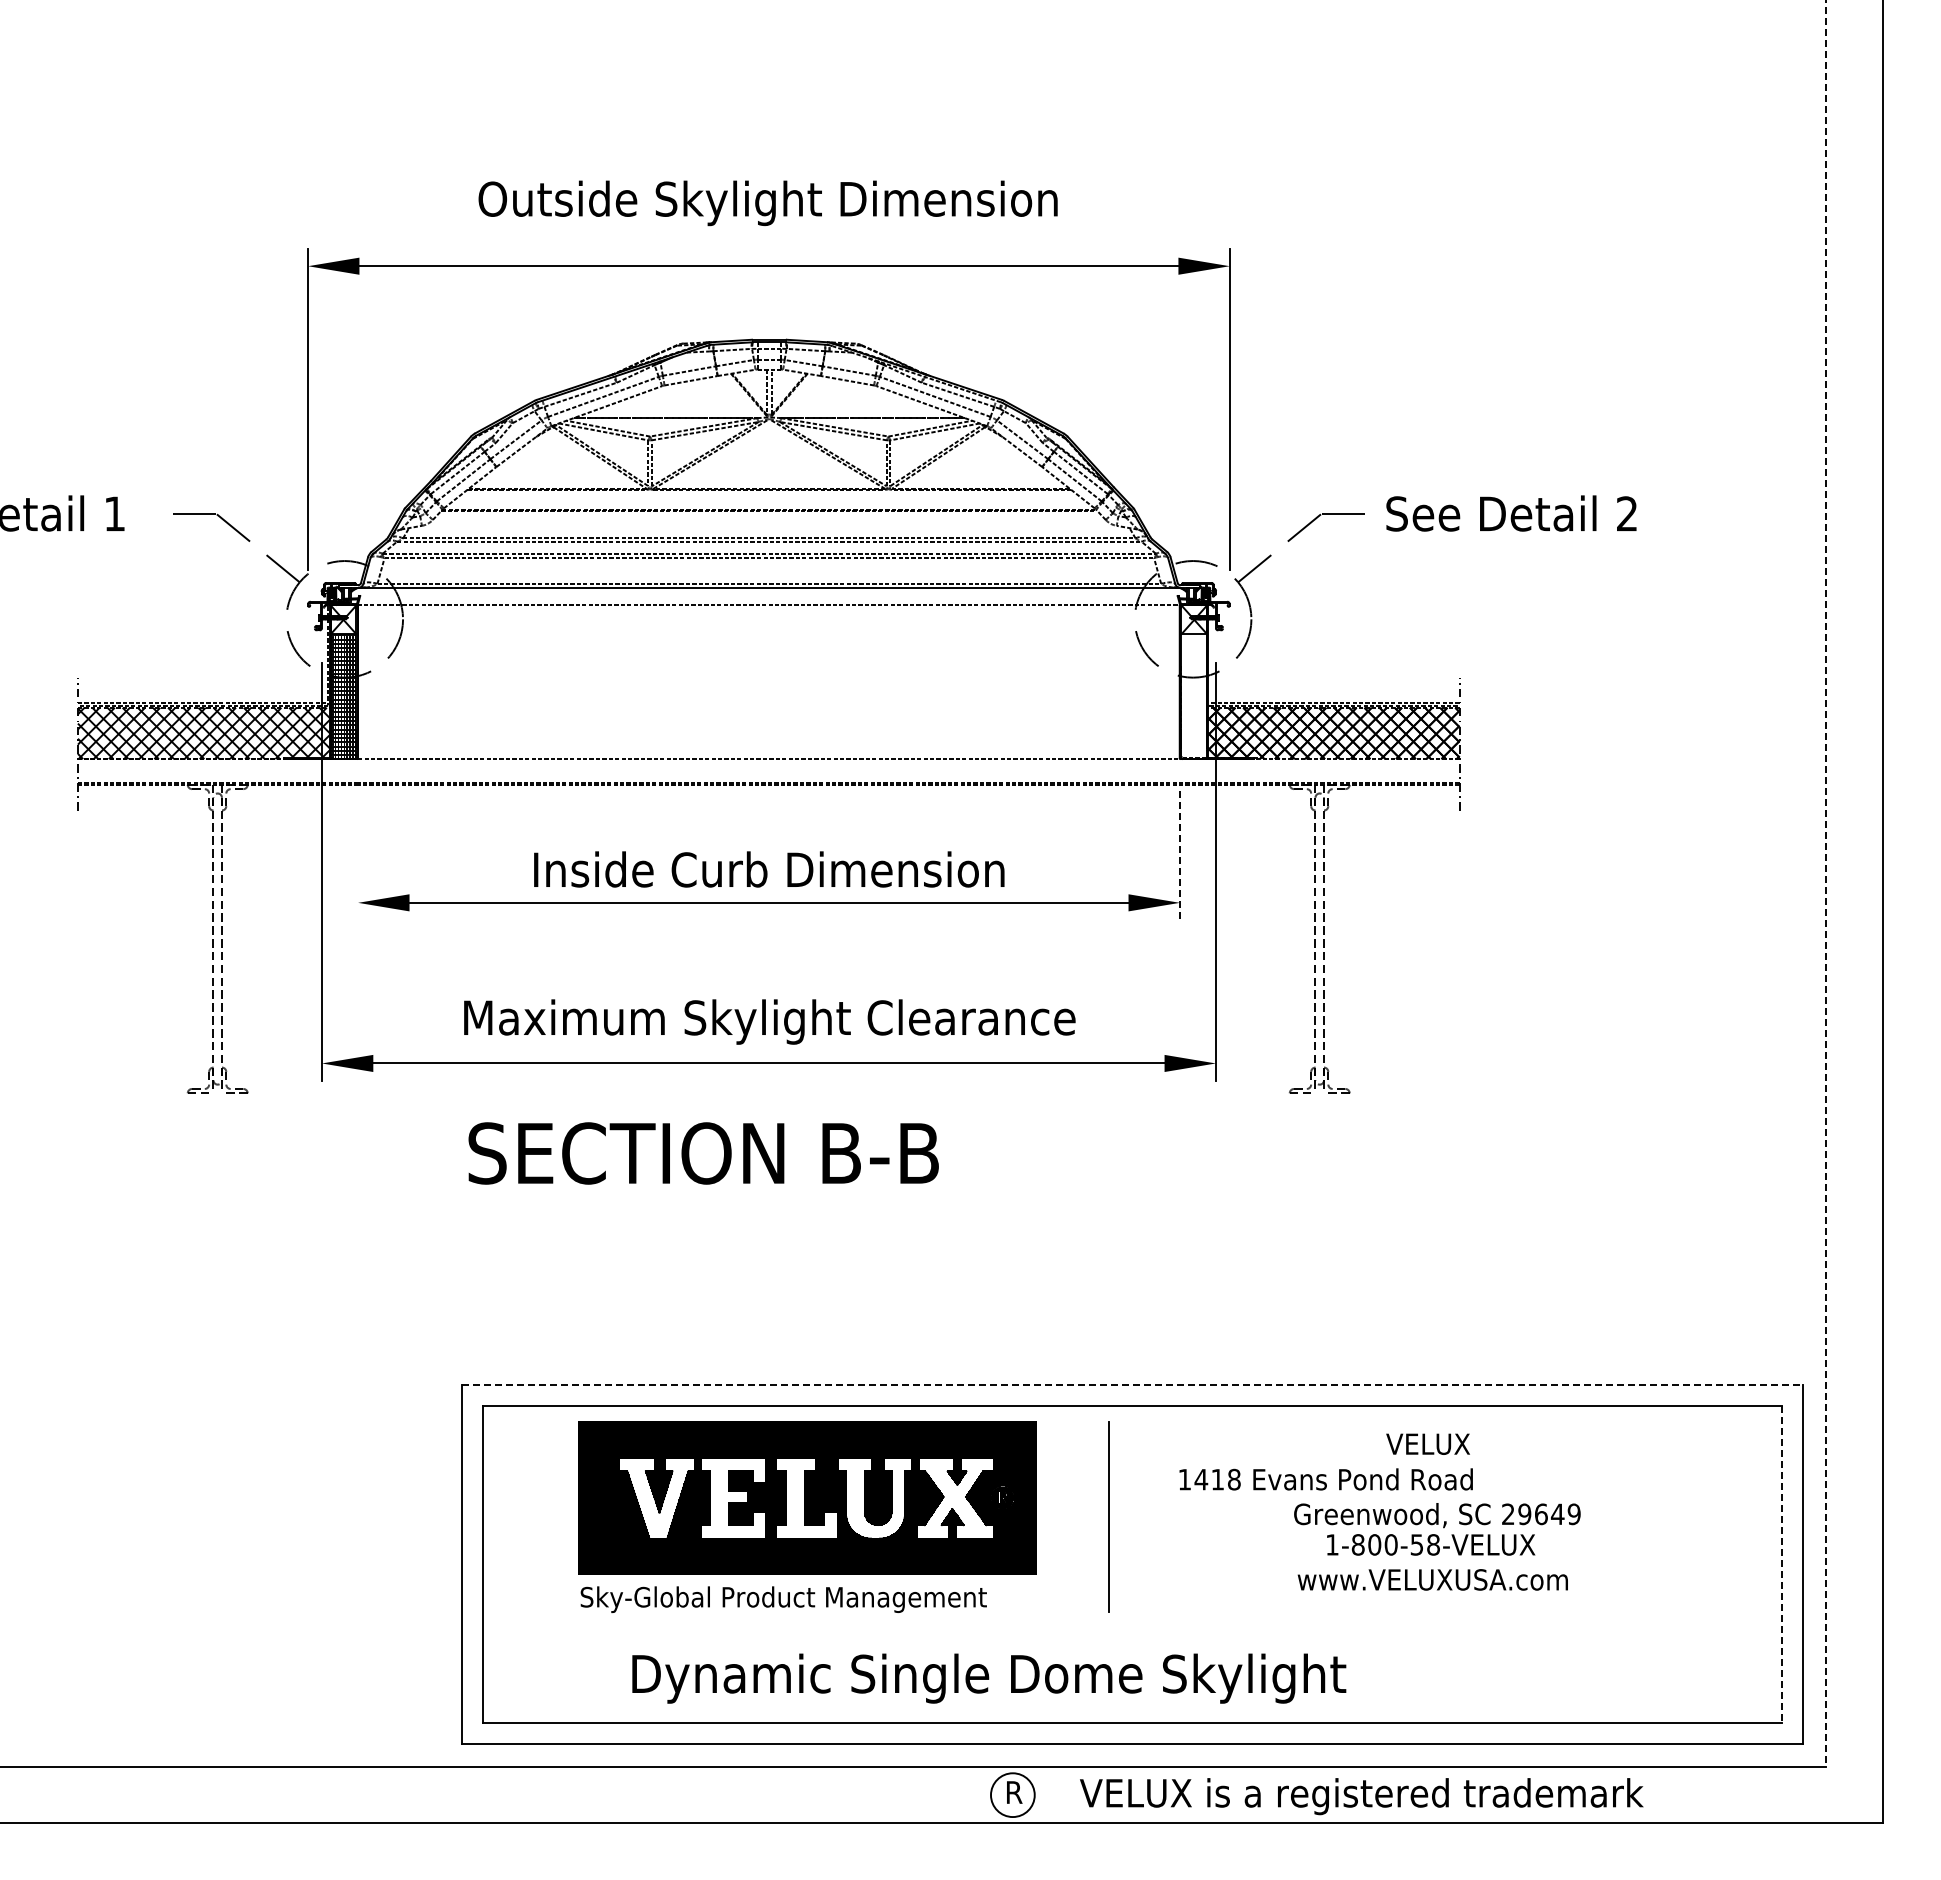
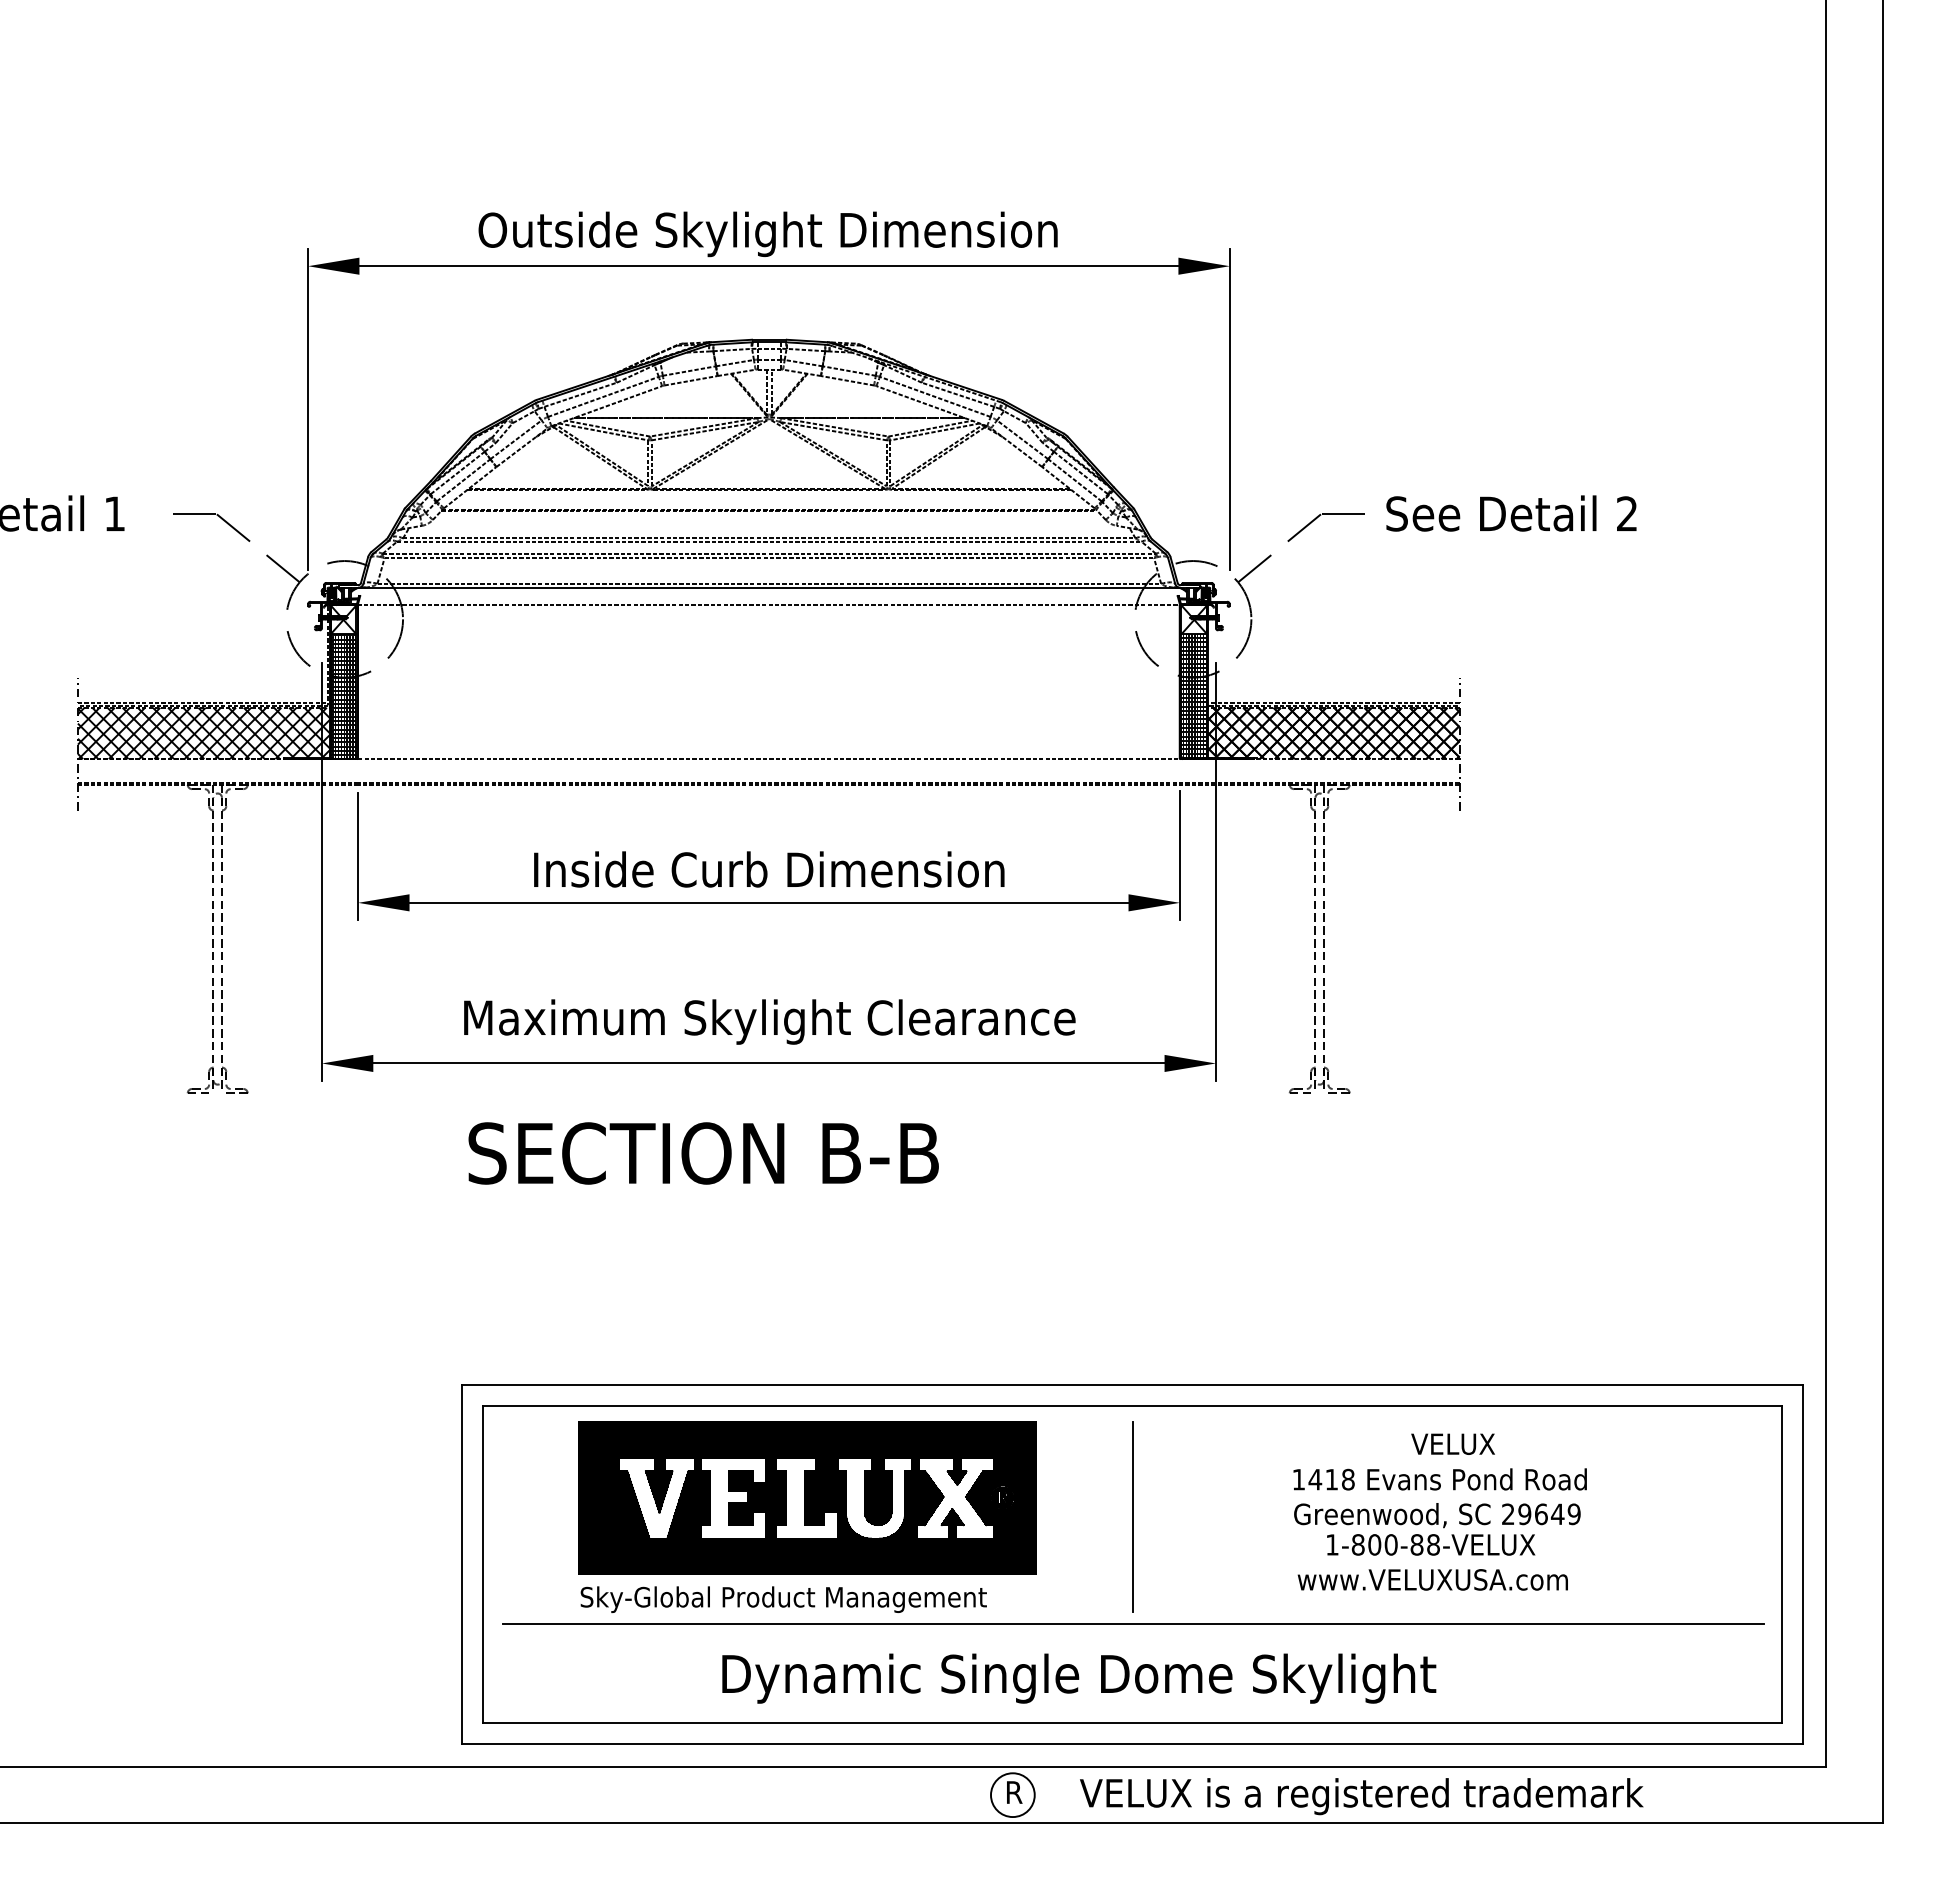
text at (767, 203) position: (767, 203) -> (767, 234)
hatch at (1194, 696): none -> present
line at (358, 855): none -> present
line at (1179, 855): dashed -> solid
line at (1826, 883): dashed -> solid
line at (1132, 1385): dashed -> solid
text at (1427, 1443) position: (1427, 1443) -> (1452, 1443)
text at (1325, 1479) position: (1325, 1479) -> (1439, 1479)
line at (1108, 1516) position: (1108, 1516) -> (1132, 1516)
text at (1416, 1544): 1-800-58-VELUX -> 1-800-88-VELUX
line at (1782, 1564): dashed -> solid
line at (1132, 1624): none -> present
text at (989, 1678) position: (989, 1678) -> (1079, 1678)
